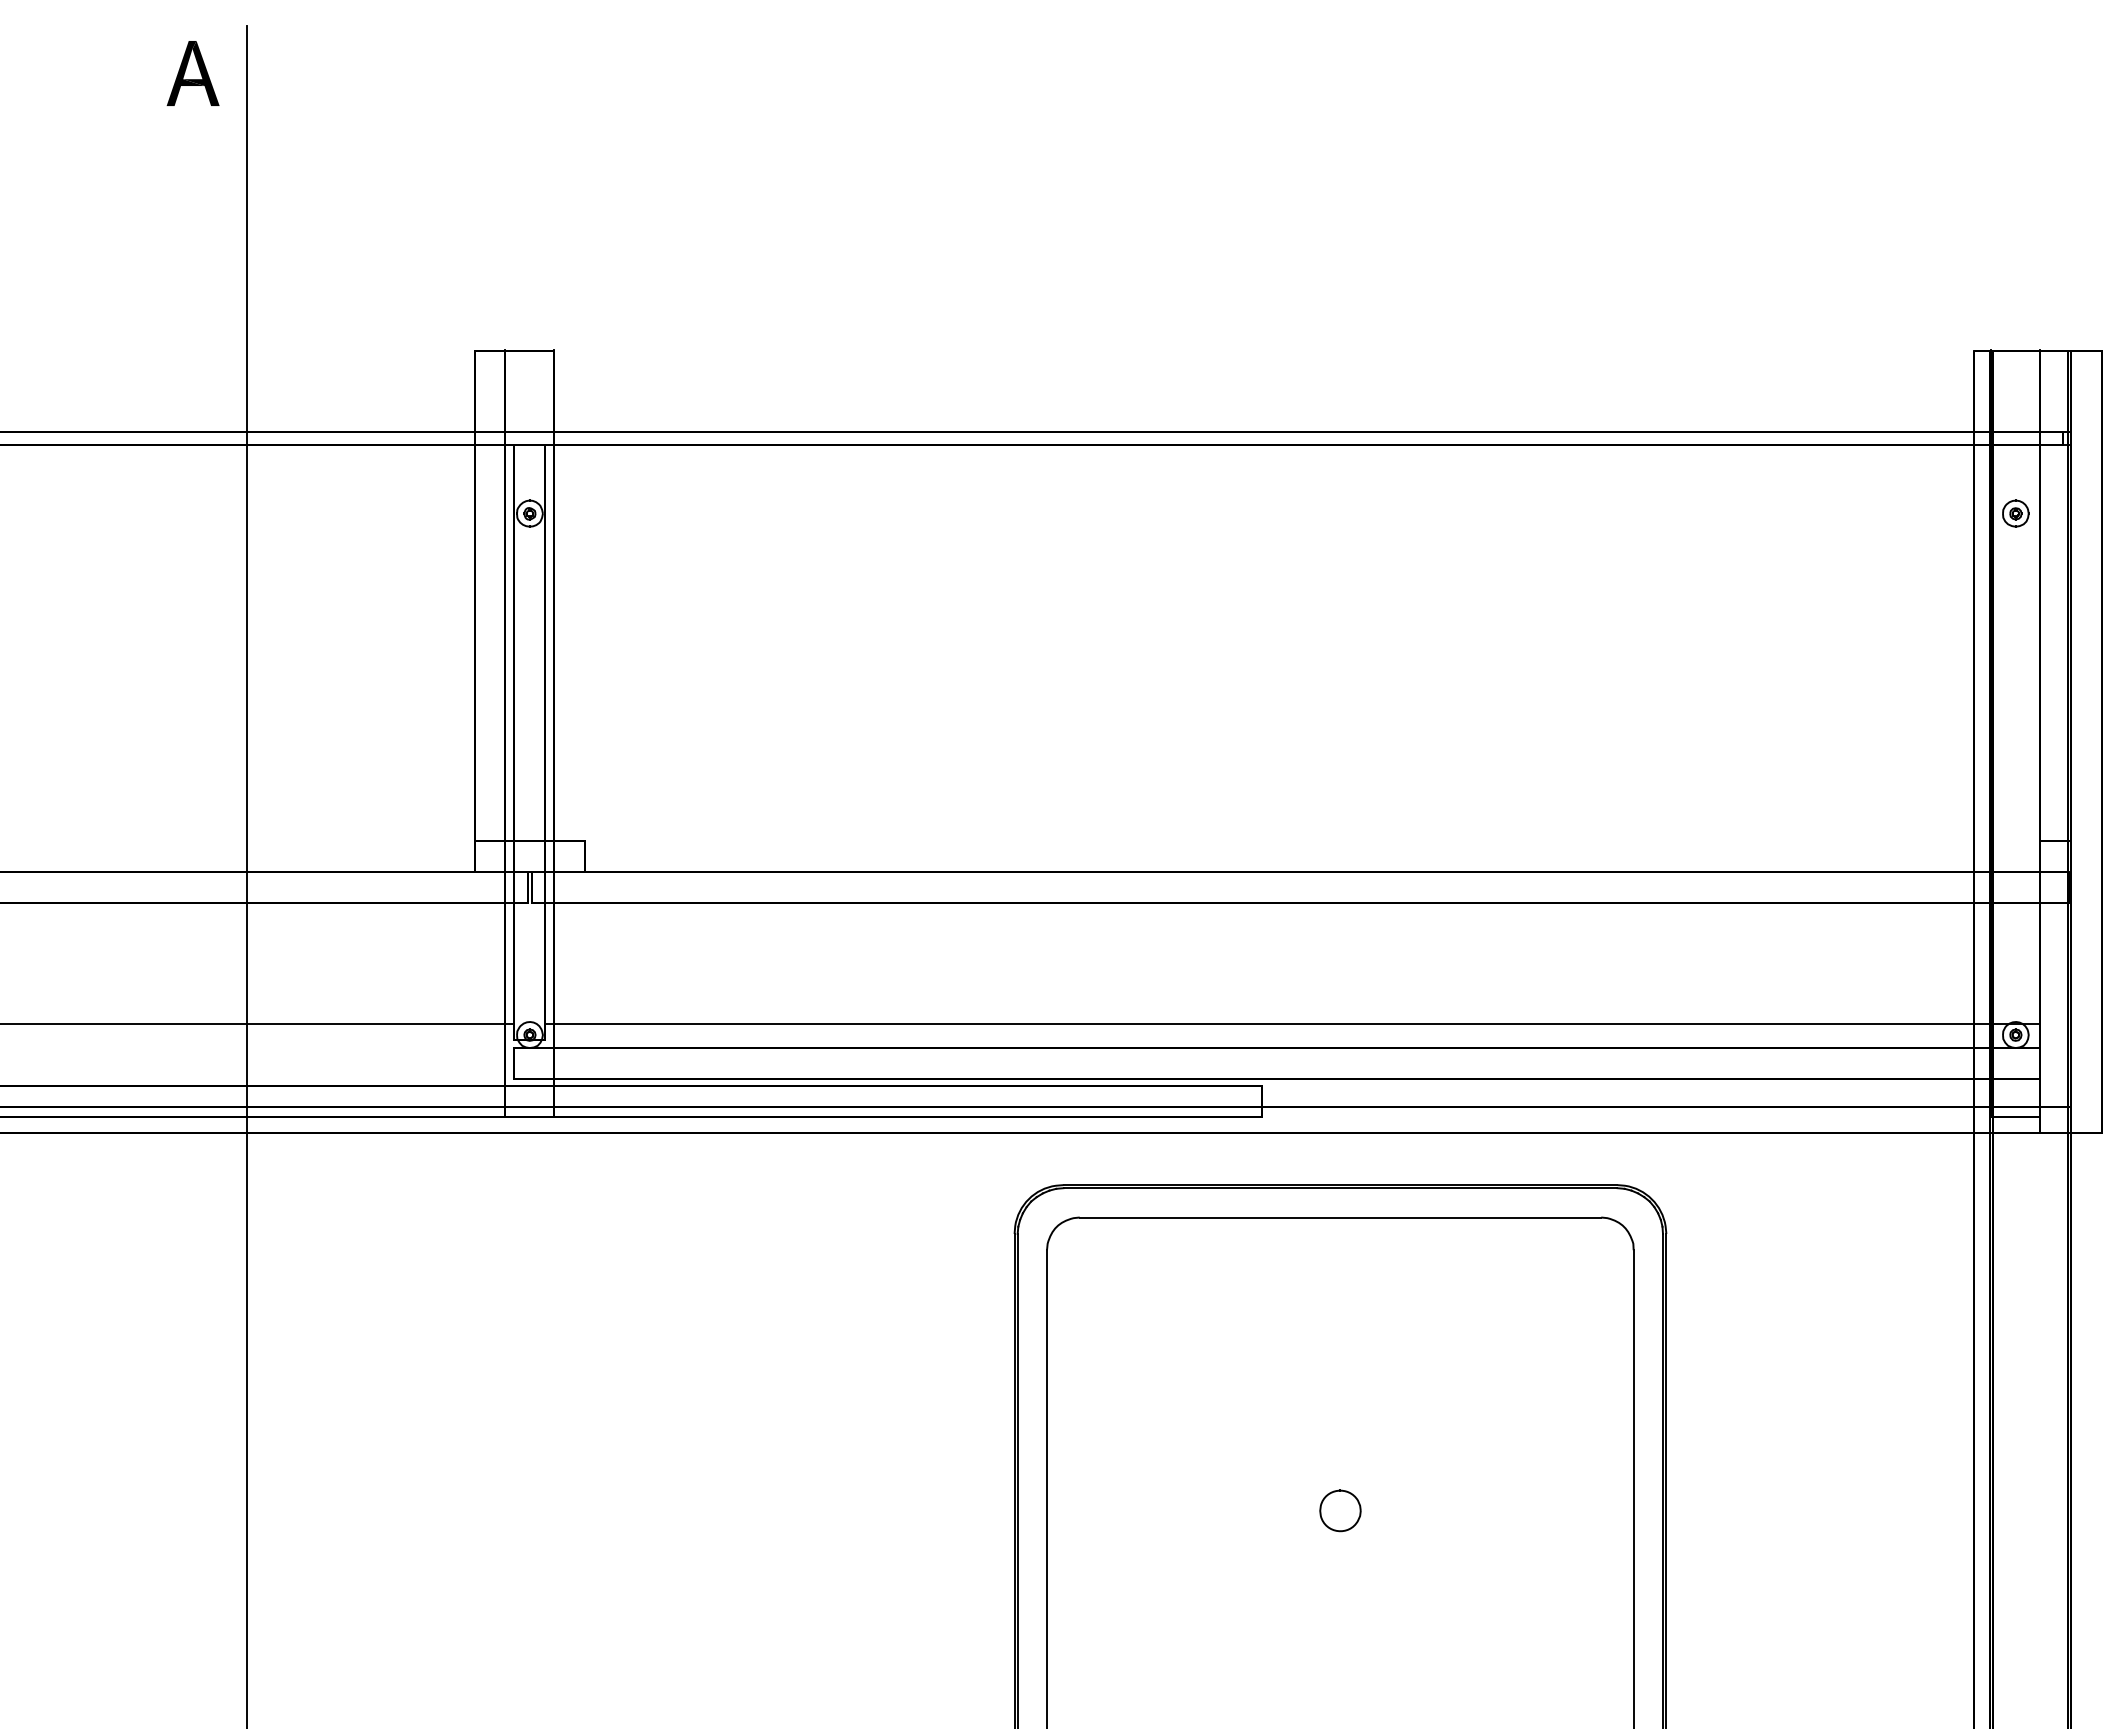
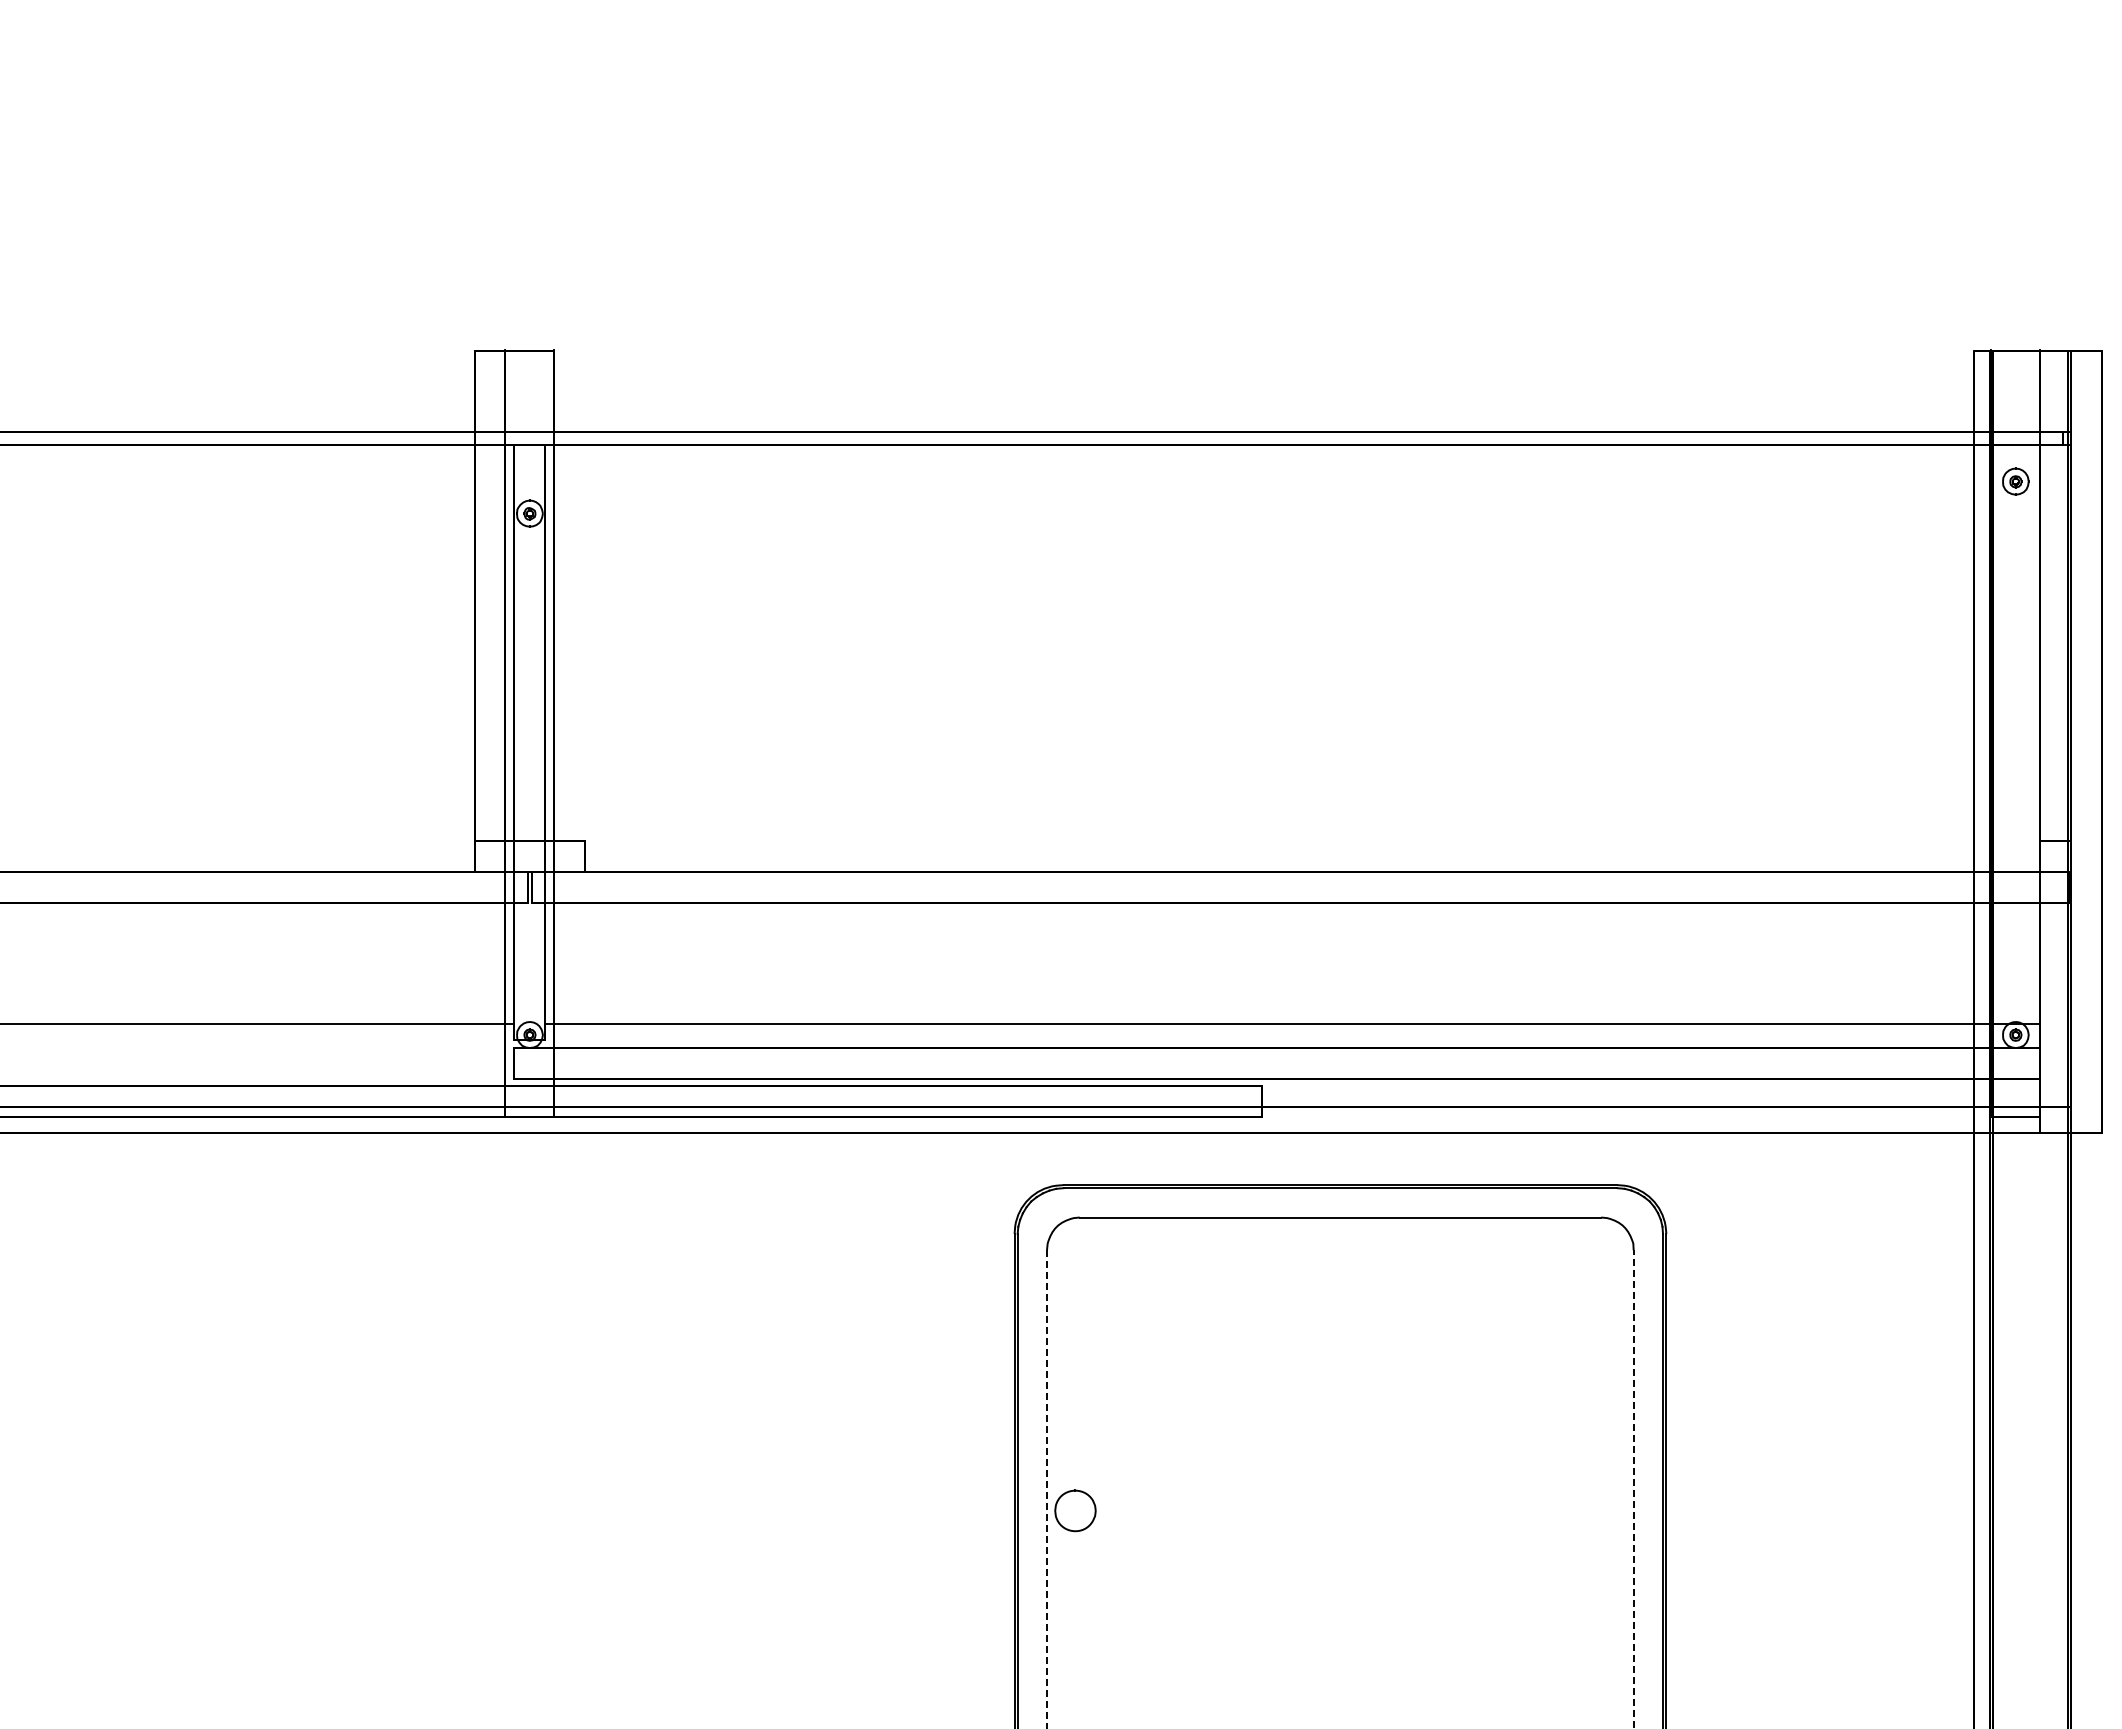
part at (192, 73): present -> none
part at (2015, 513) position: (2015, 513) -> (2015, 481)
line at (246, 875): present -> none
line at (1633, 1488): solid -> dashed
line at (1047, 1489): solid -> dashed
part at (1340, 1510) position: (1340, 1510) -> (1075, 1510)
